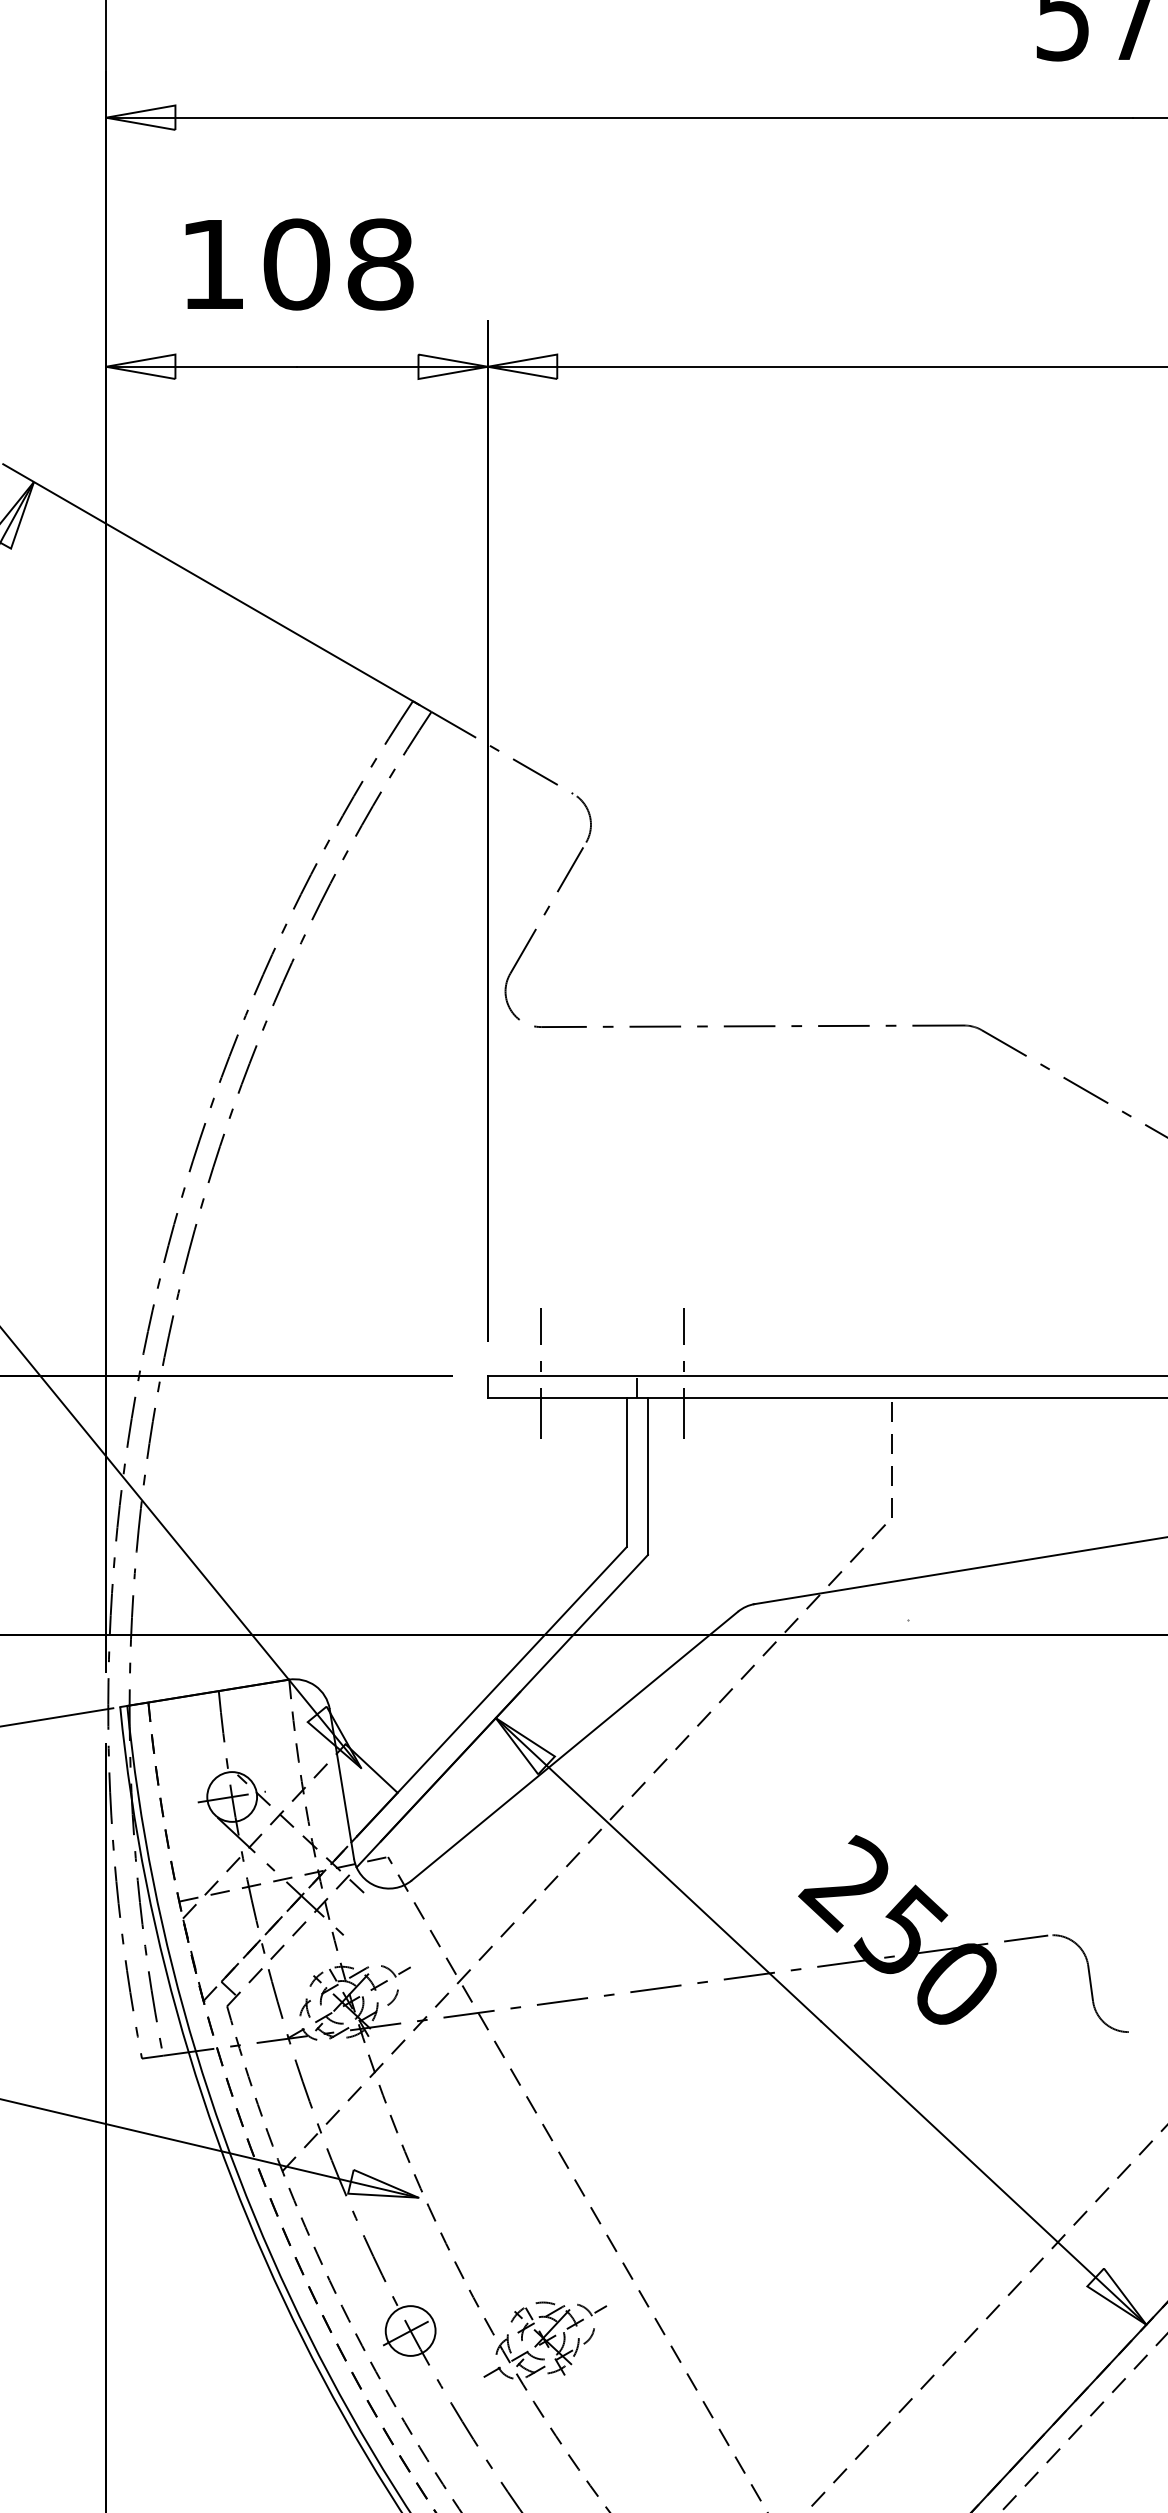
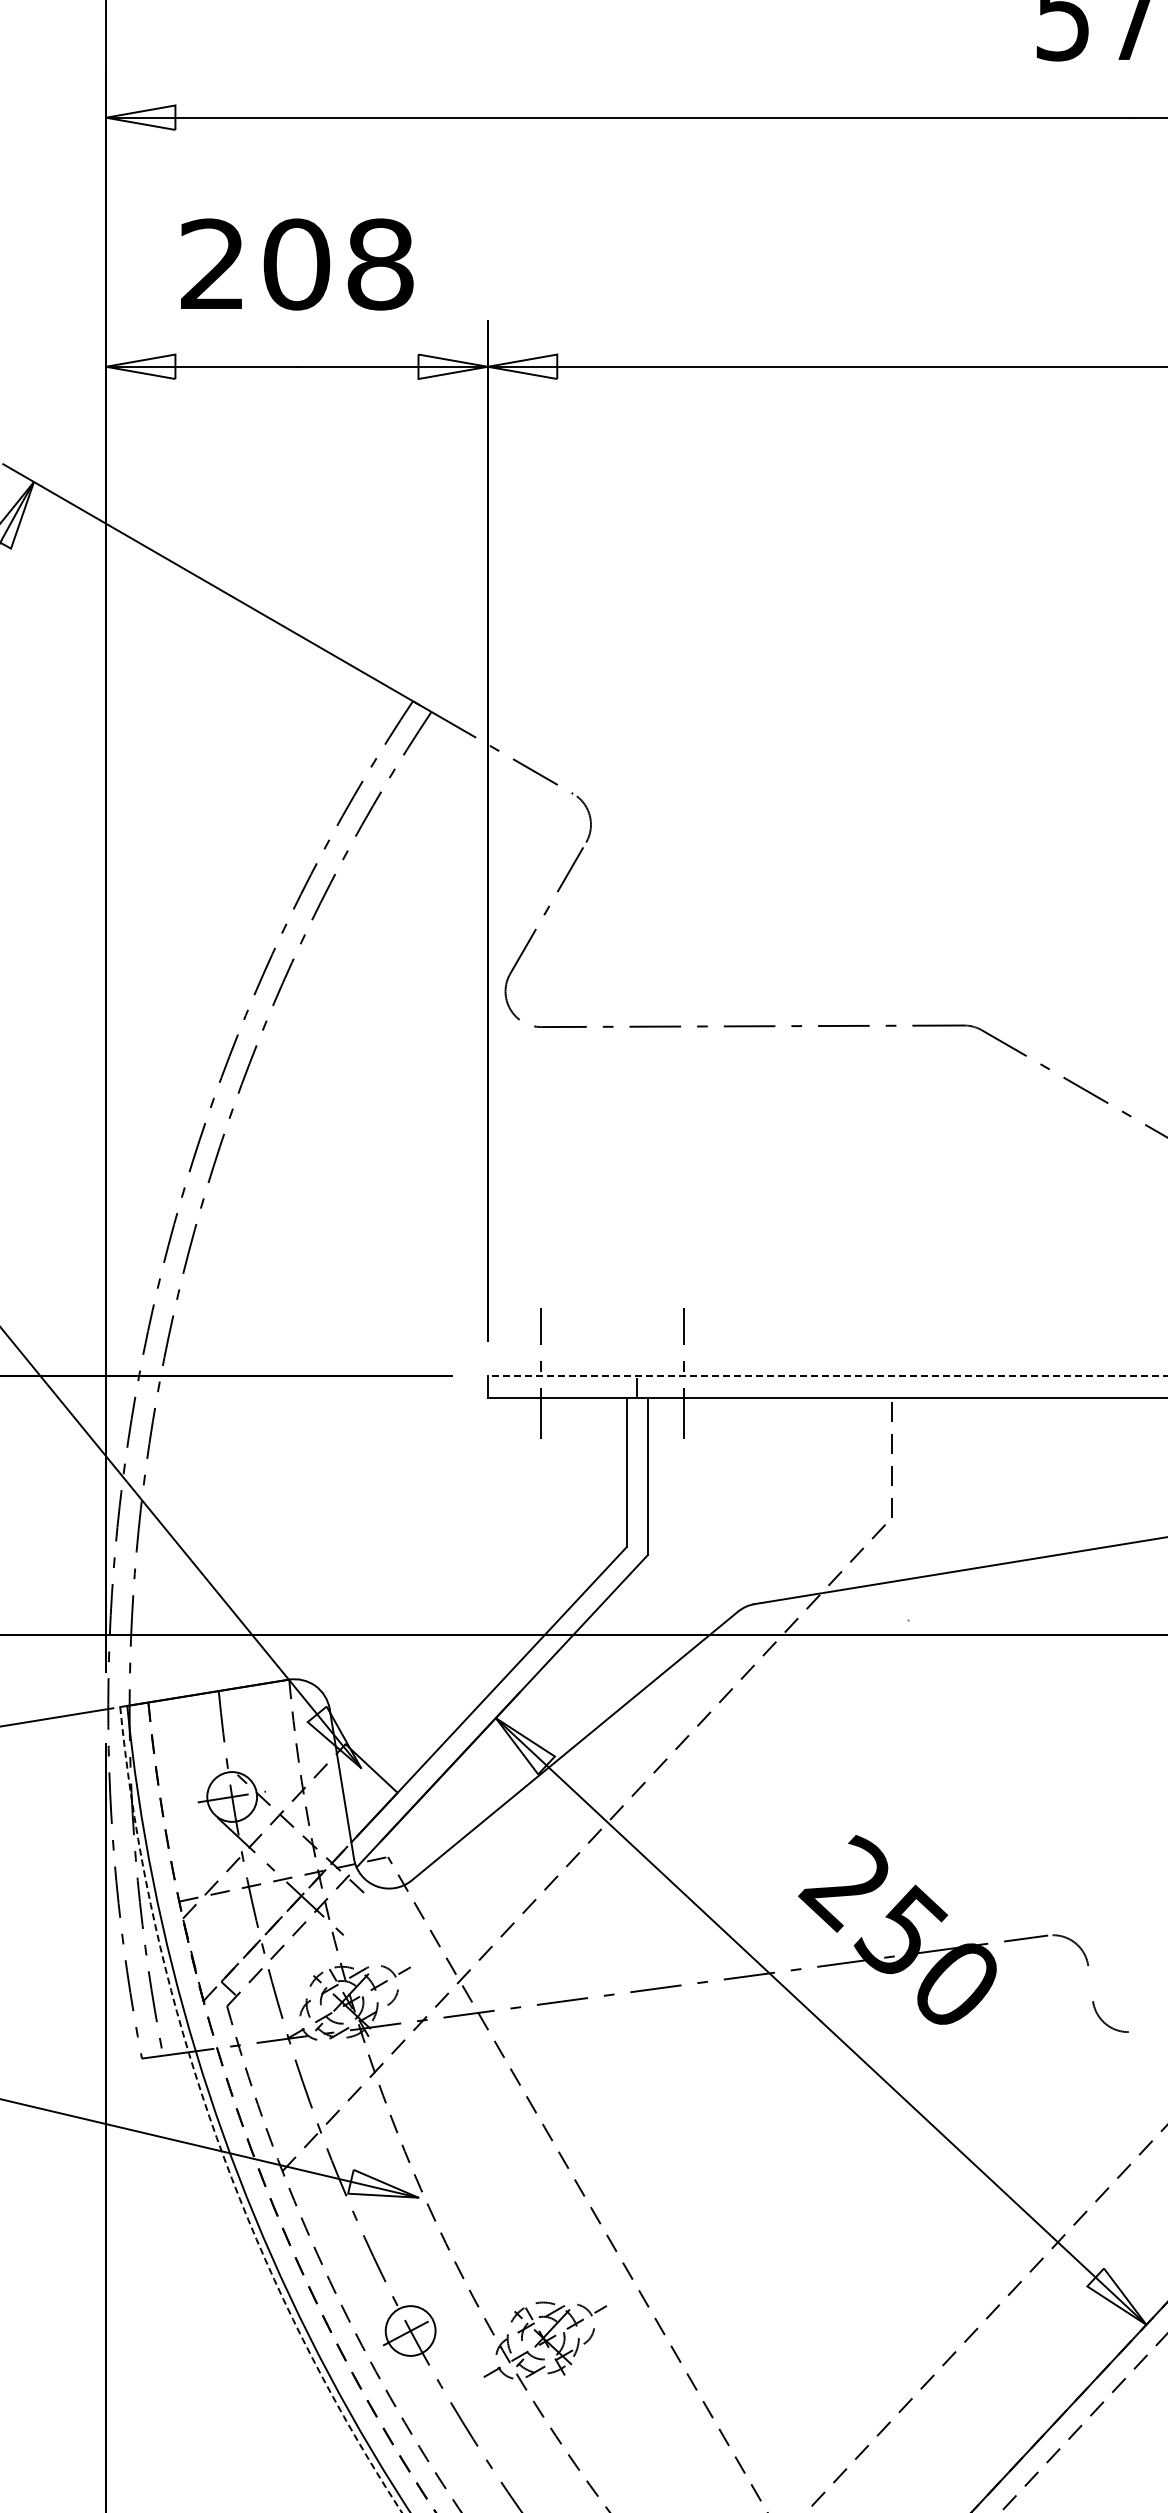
text at (211, 263): 108 -> 208
line at (827, 1376): solid -> dashed
line at (1090, 1983): present -> none
arc at (212, 2125): solid -> dashed
